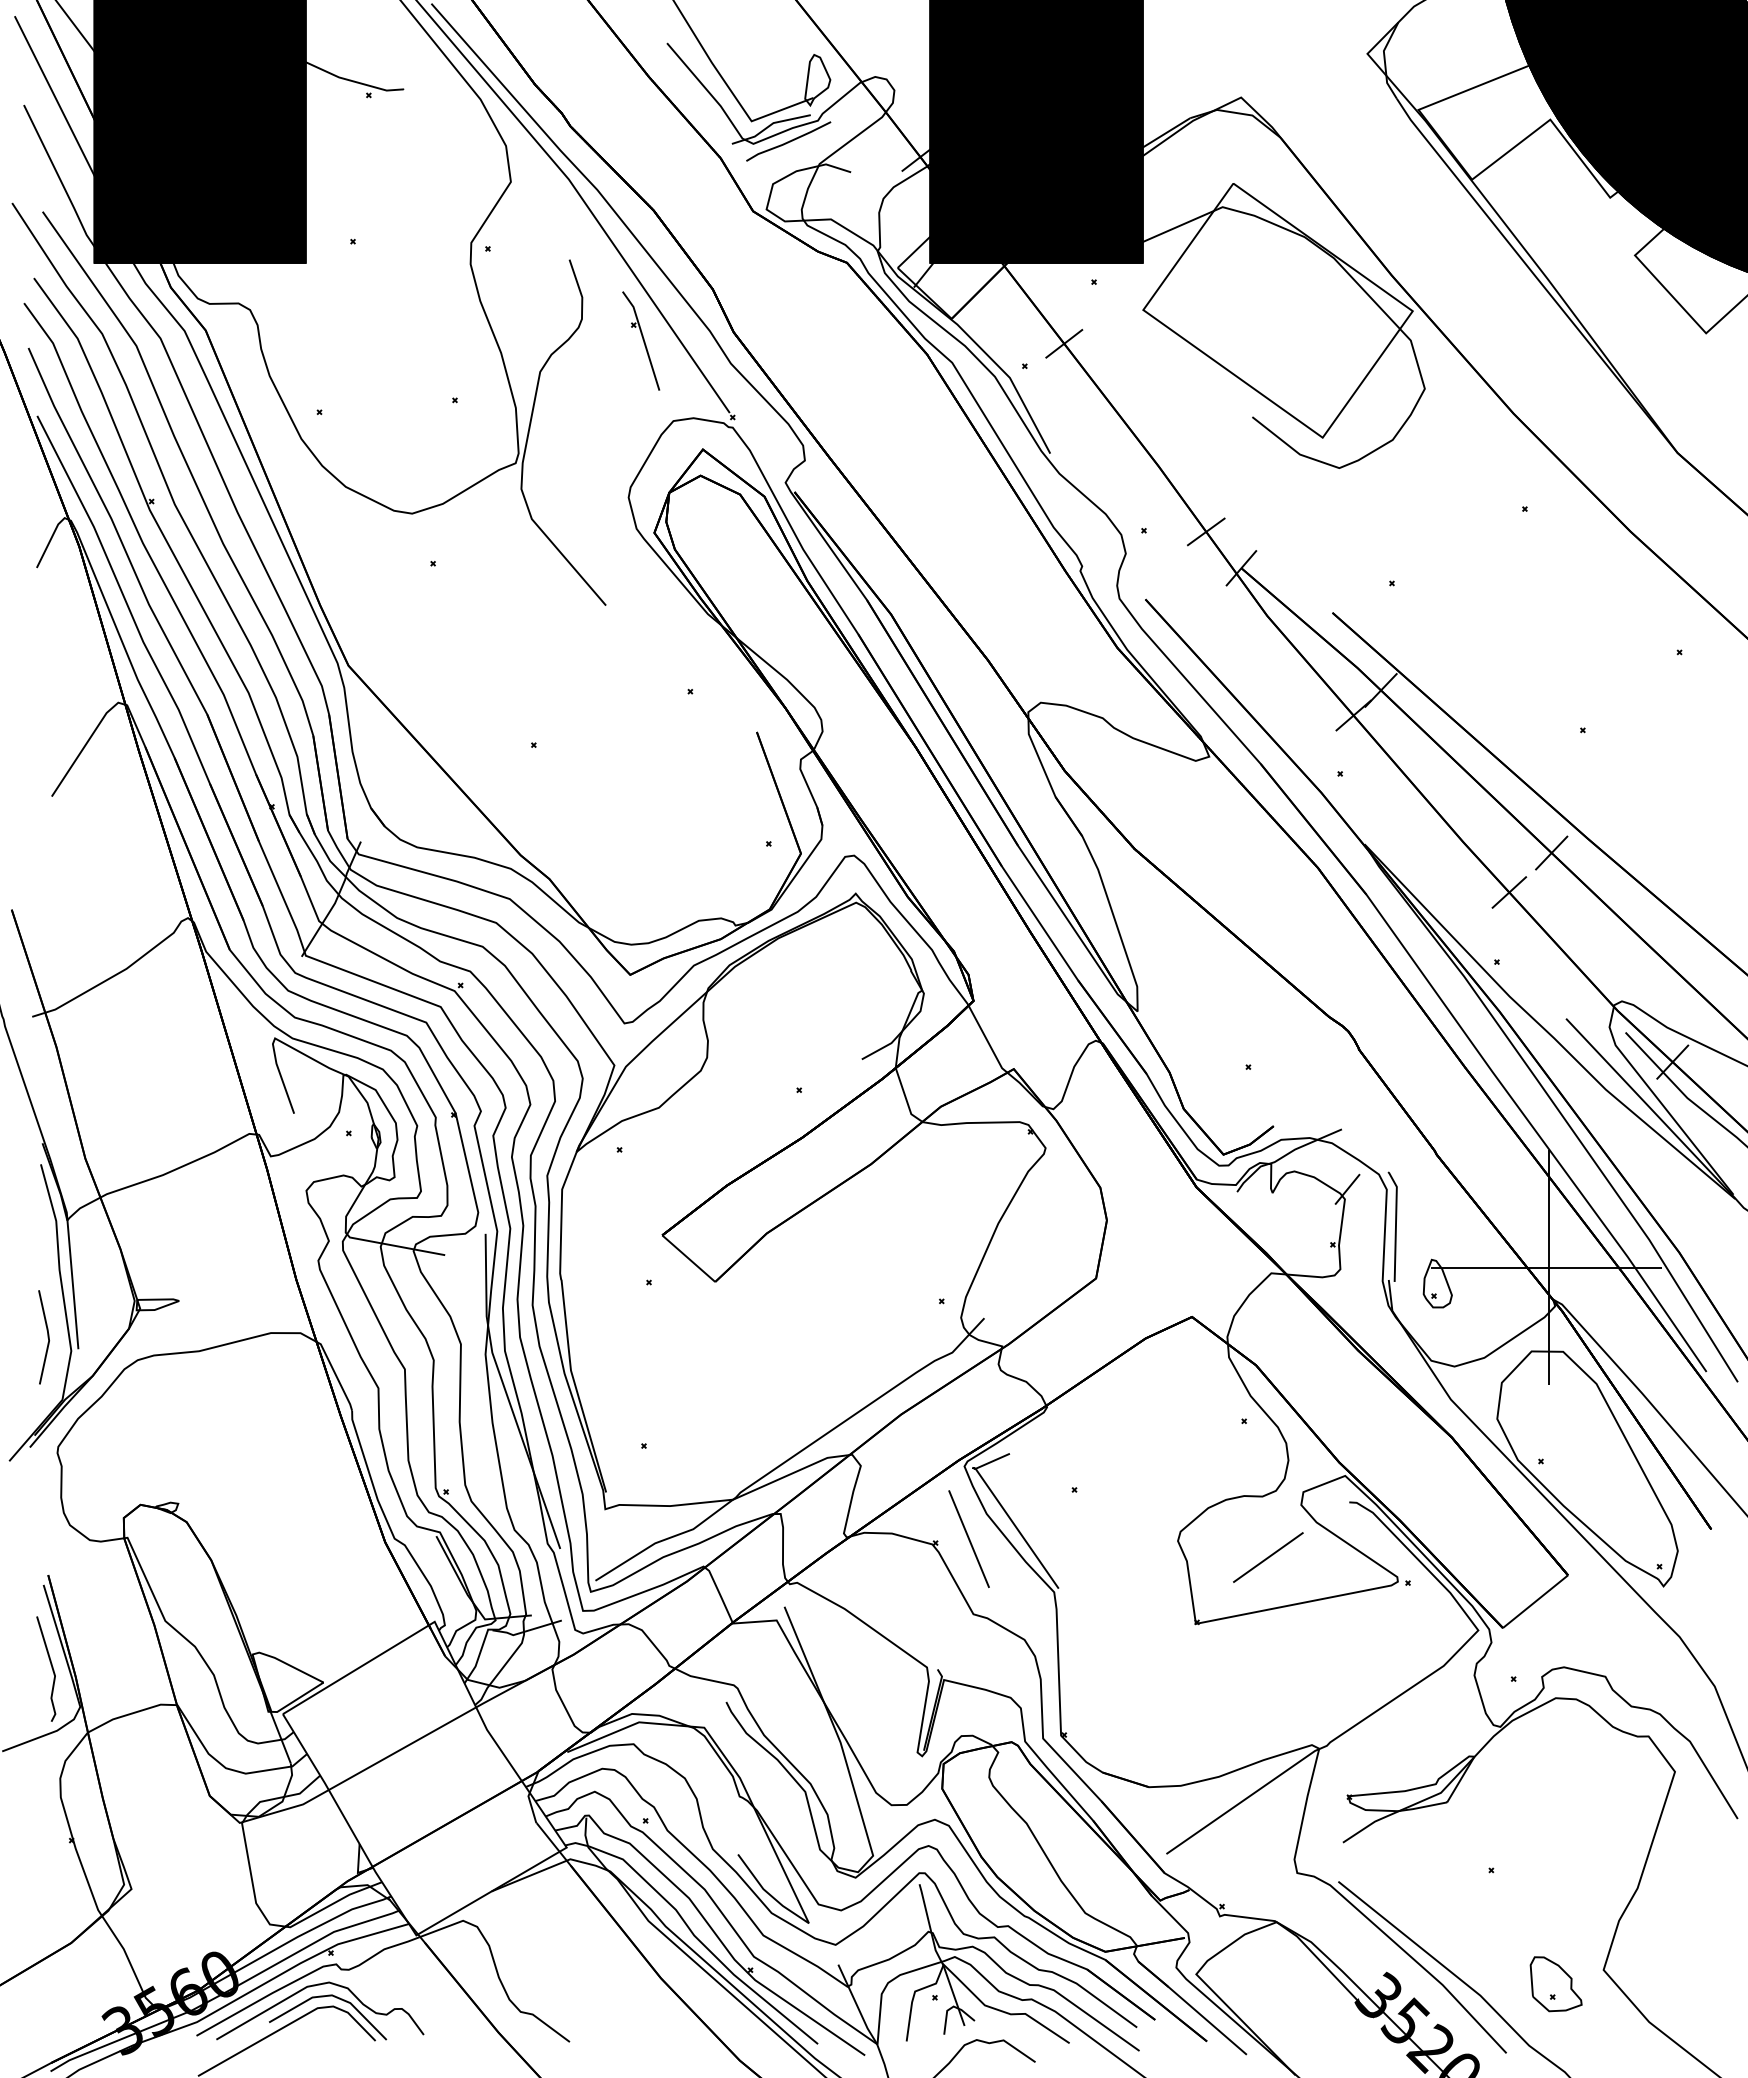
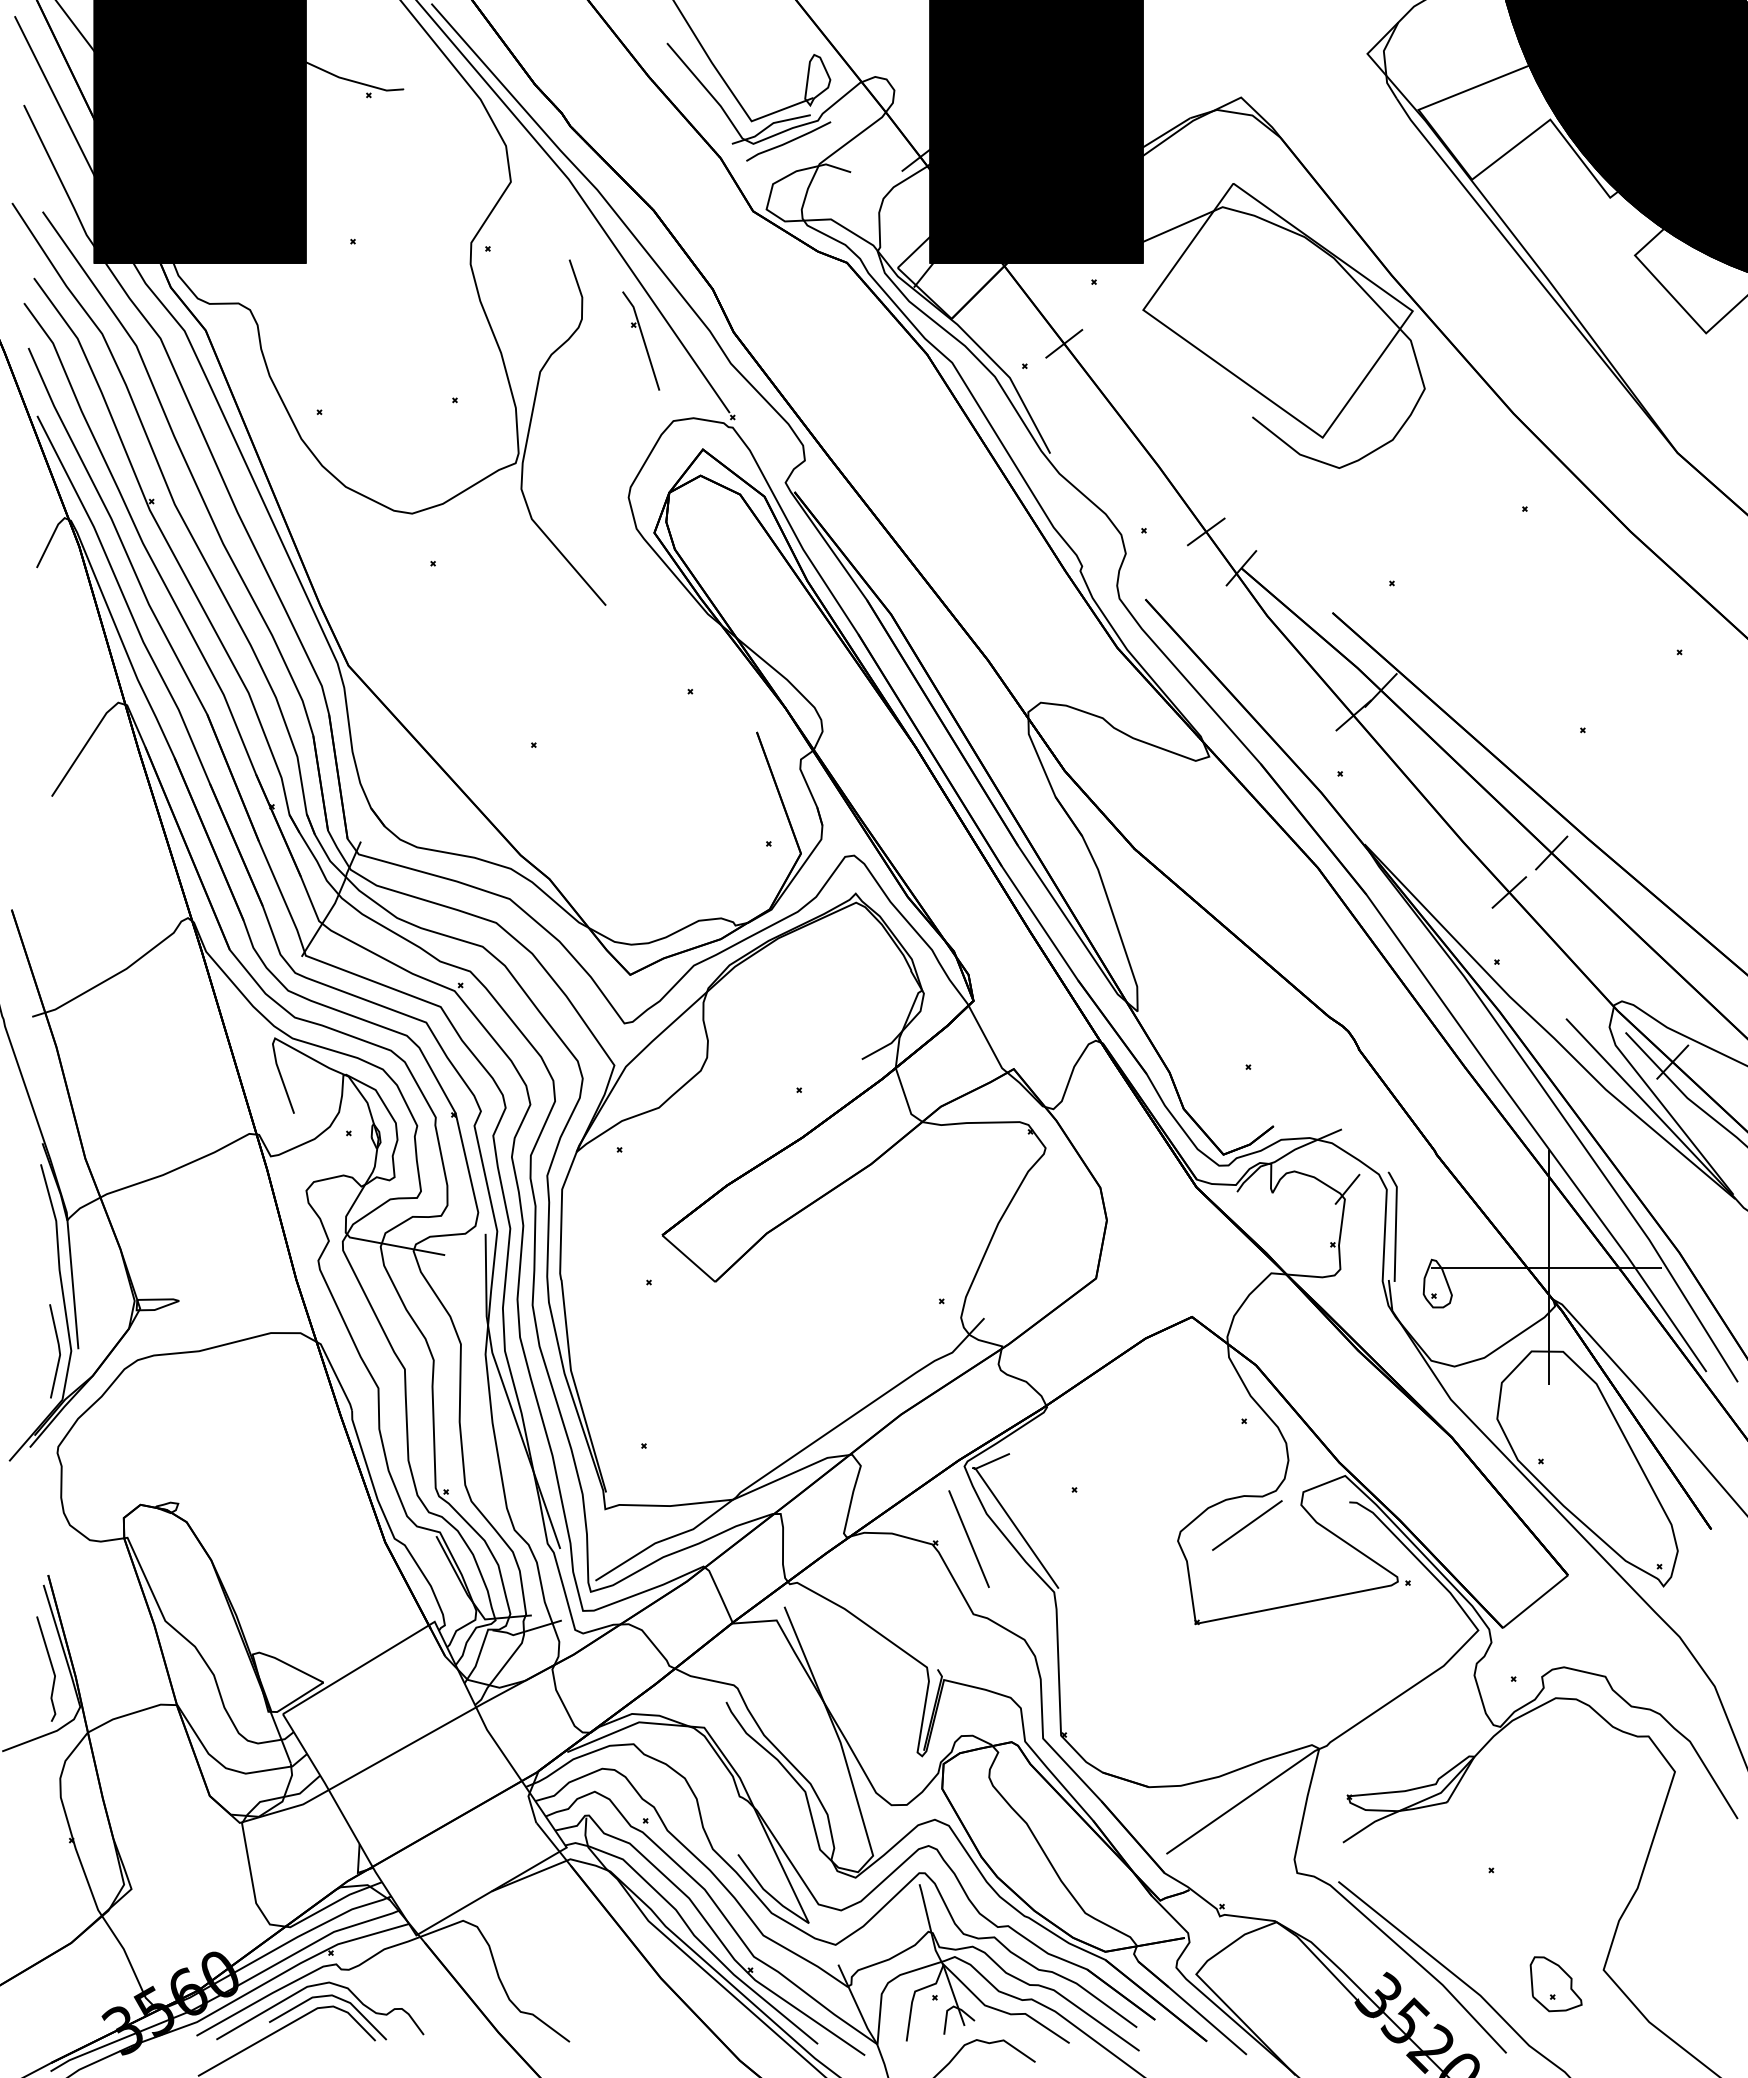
line at (47, 1337) position: (47, 1337) -> (58, 1351)
line at (1268, 1557) position: (1268, 1557) -> (1247, 1525)
